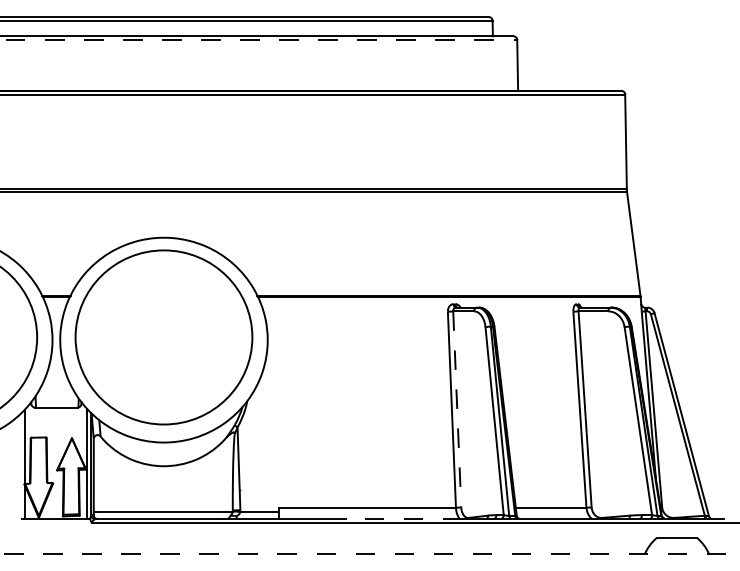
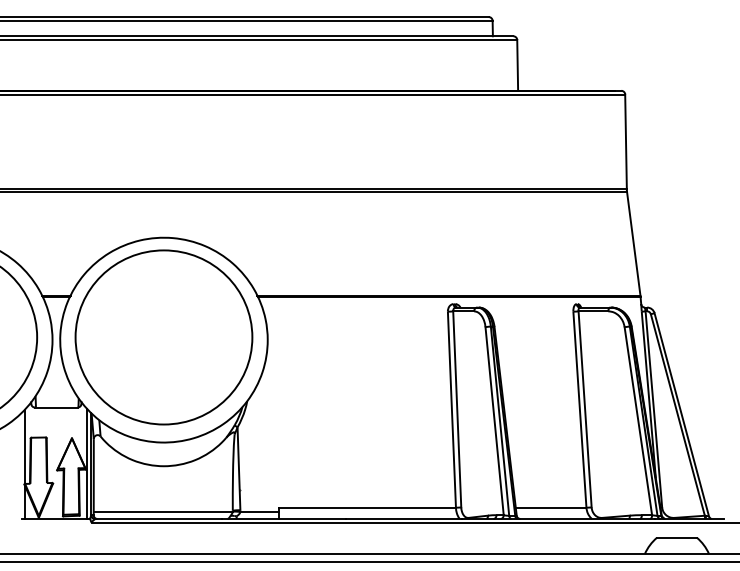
line at (259, 40): dashed -> solid
line at (457, 409): dashed -> solid
line at (403, 518): dashed -> solid
line at (369, 553): dashed -> solid
line at (369, 561): none -> present
